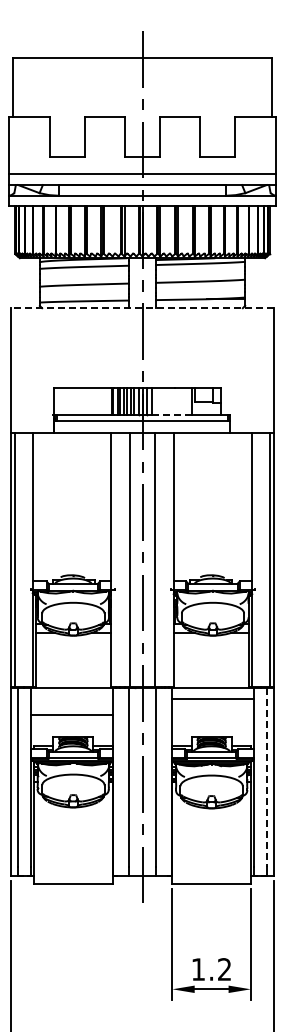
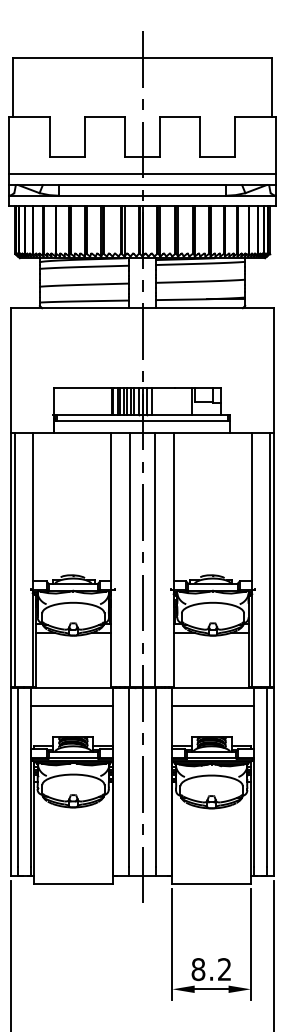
line at (142, 308): dashed -> solid
line at (172, 415): dashed -> solid
line at (212, 699) position: (212, 699) -> (212, 706)
line at (71, 715) position: (71, 715) -> (71, 706)
line at (266, 777): dashed -> solid
text at (198, 969): 1.2 -> 8.2
